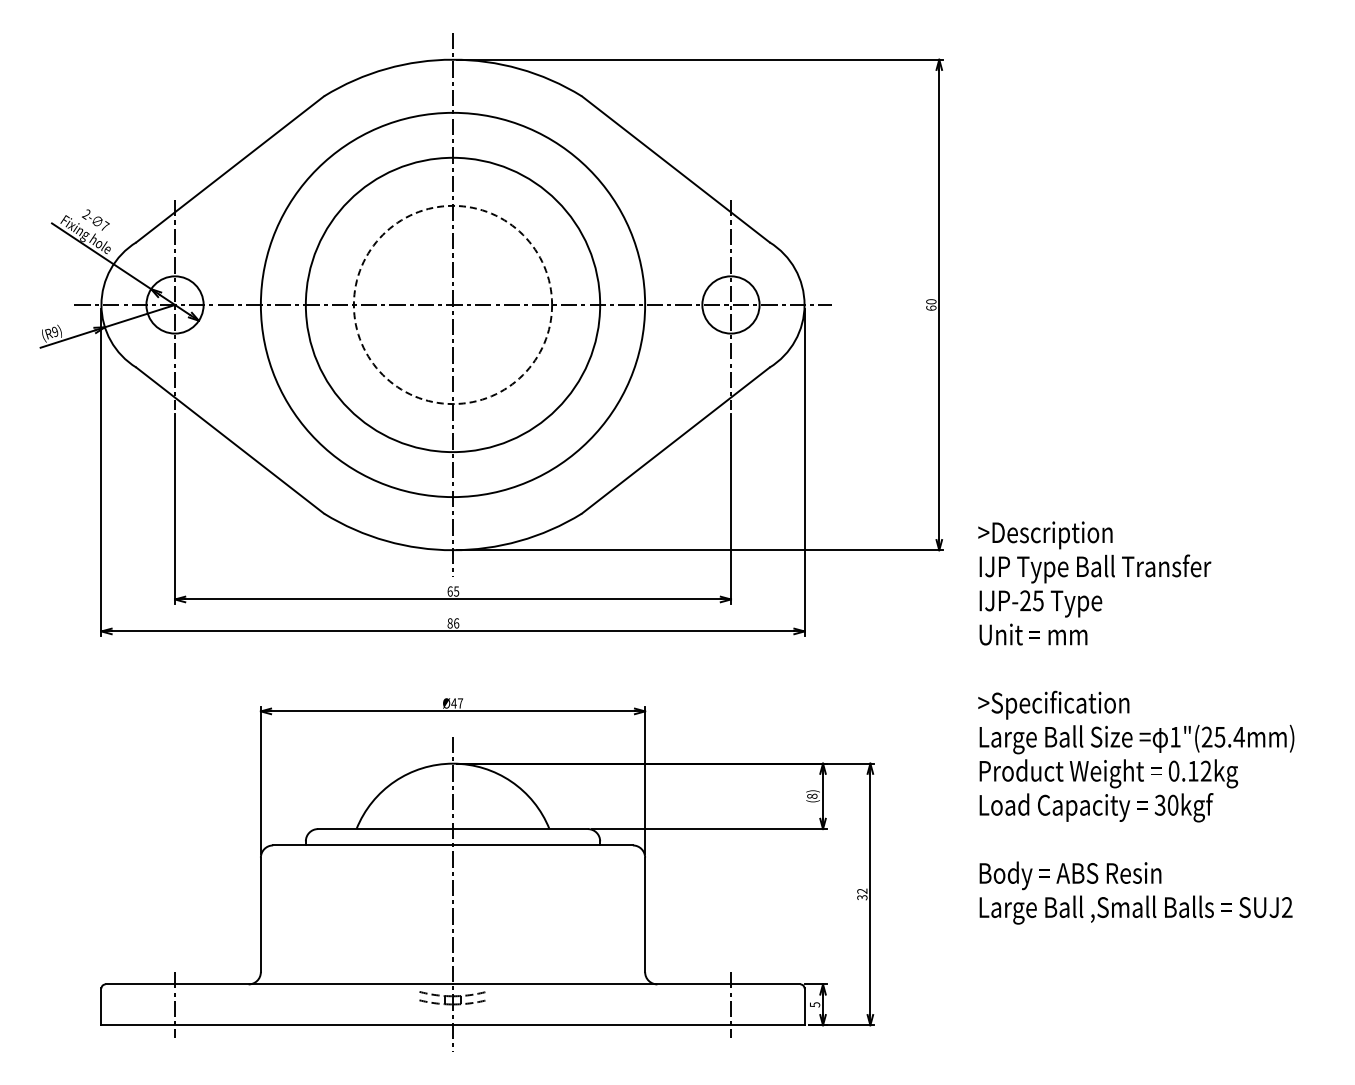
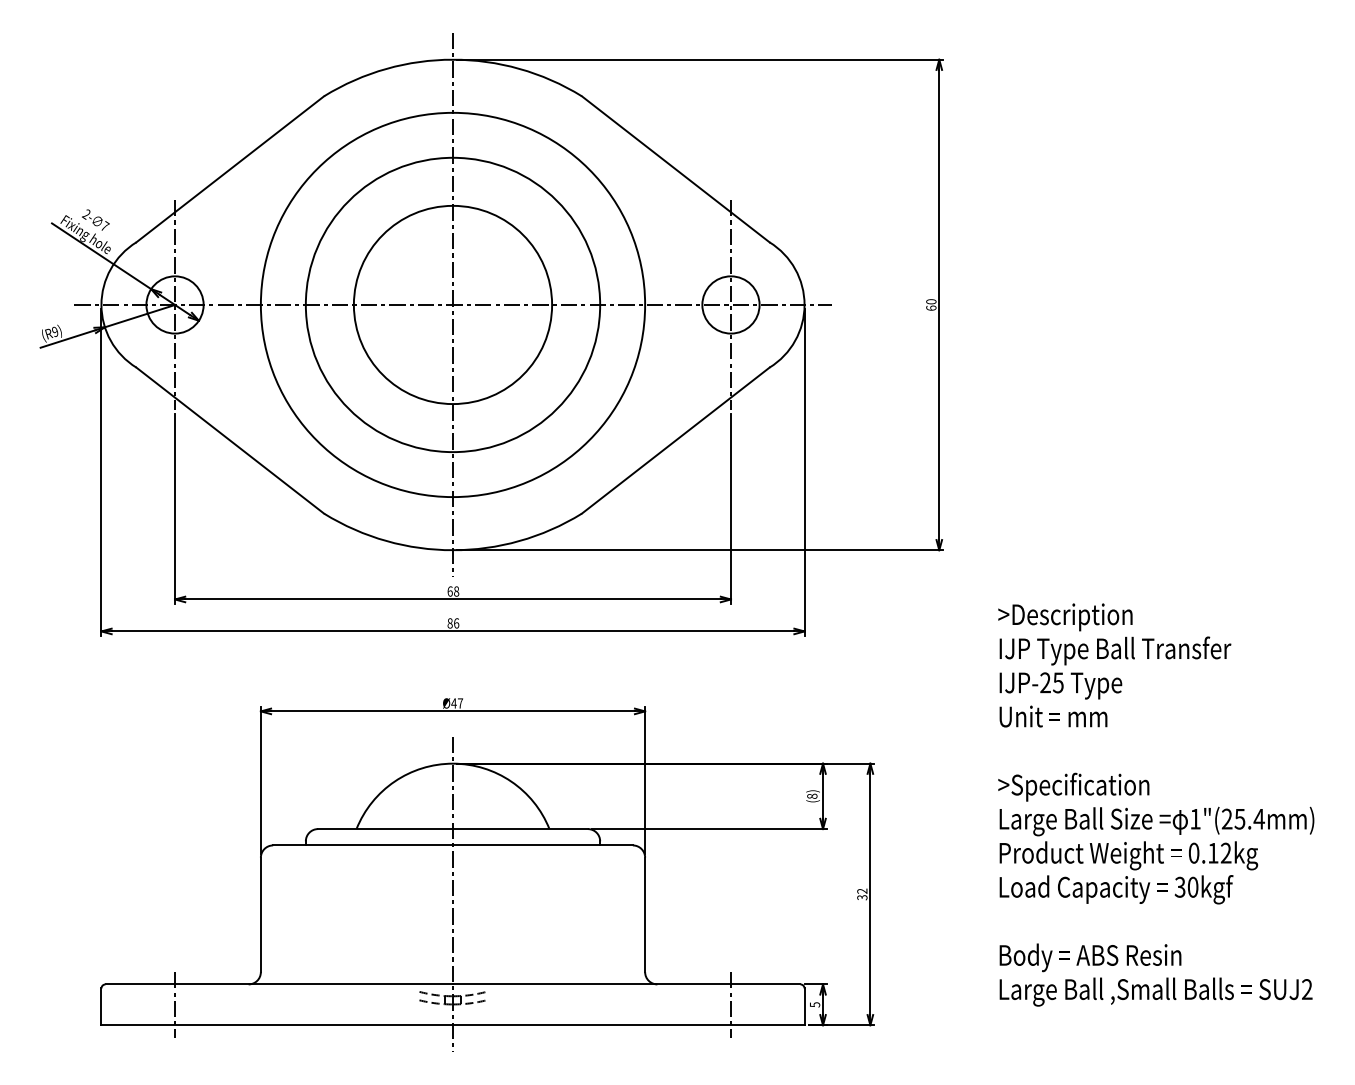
circle at (452, 304): dashed -> solid
text at (456, 591): 65 -> 68
text at (1136, 722) position: (1136, 722) -> (1156, 804)
